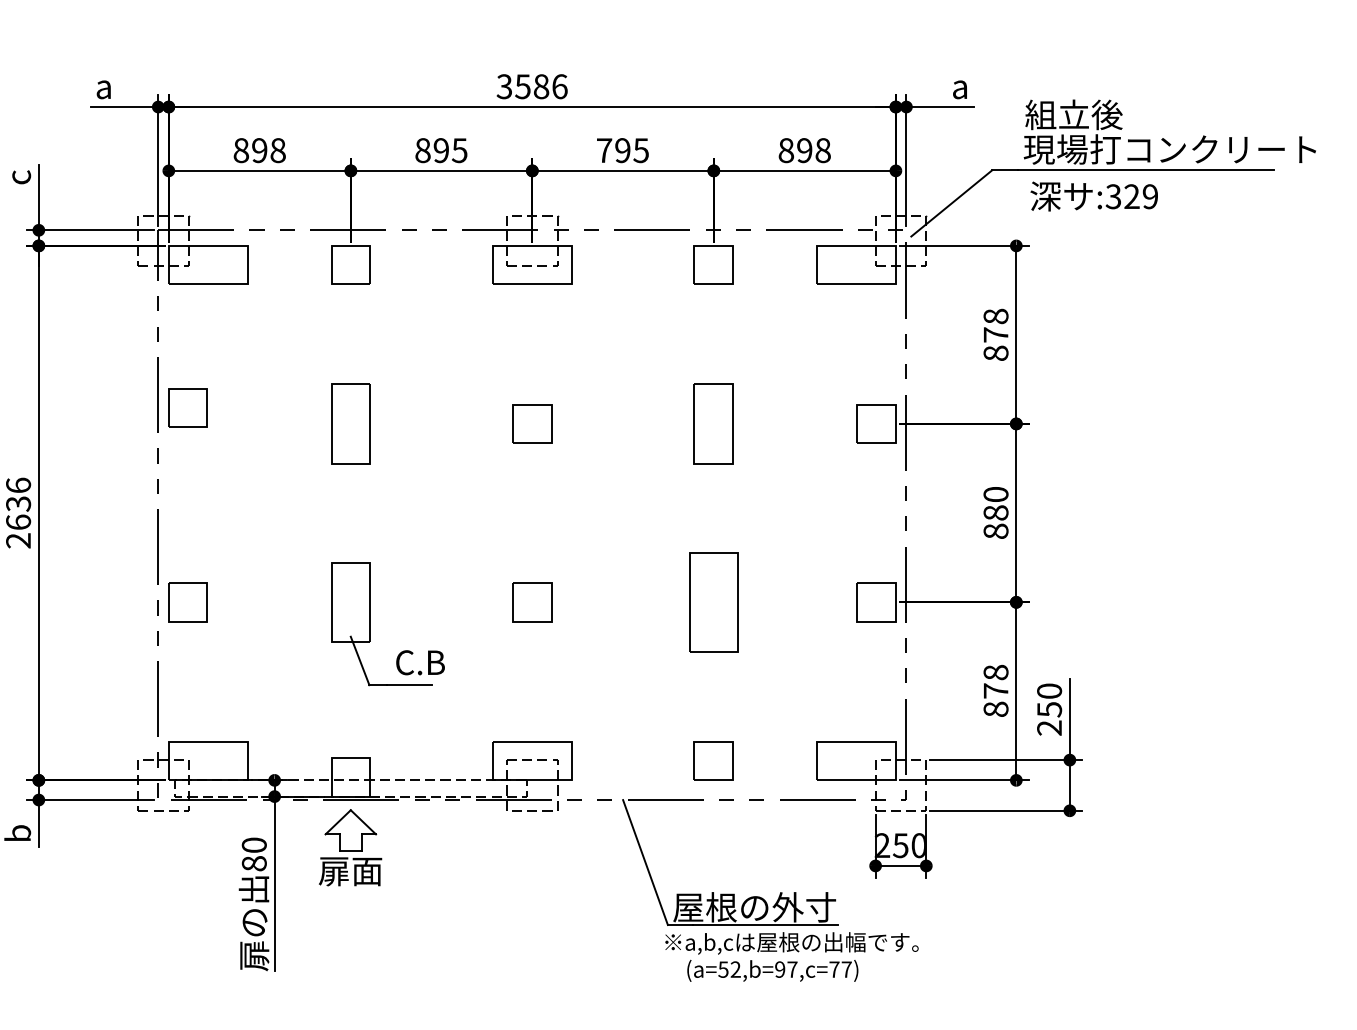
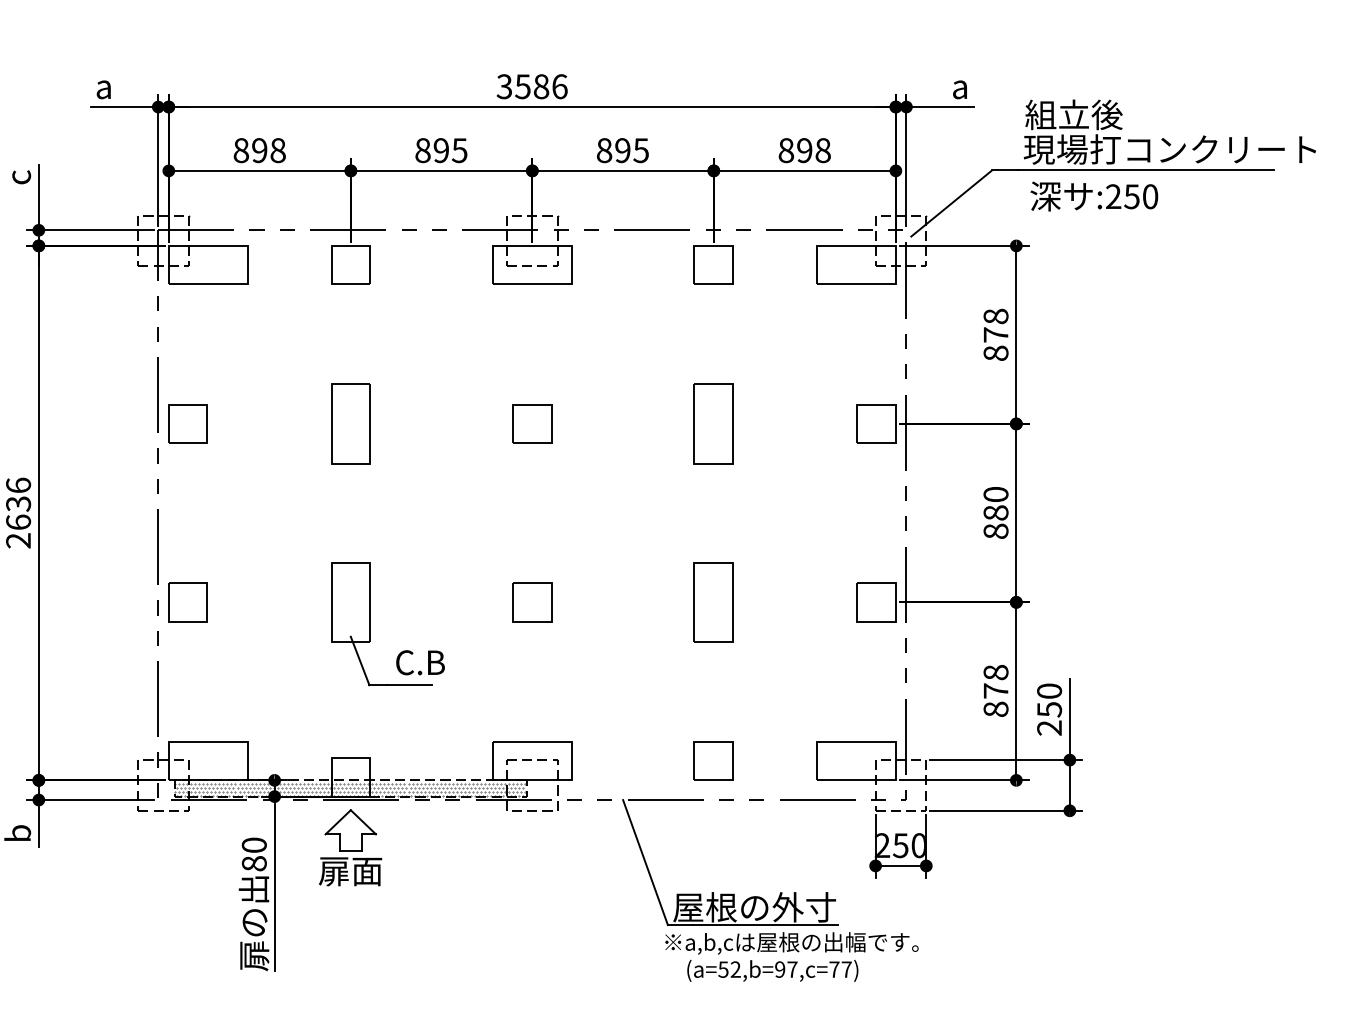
text at (604, 150): 795 -> 895
text at (1131, 196): :329 -> :250
part at (187, 407) position: (187, 407) -> (187, 423)
part at (713, 602) size: 50x101 px -> 41x81 px
hatch at (350, 789): none -> present
